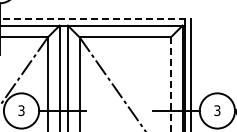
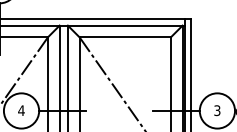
line at (95, 19): dashed -> solid
line at (170, 84): dashed -> solid
text at (21, 110): 3 -> 4
